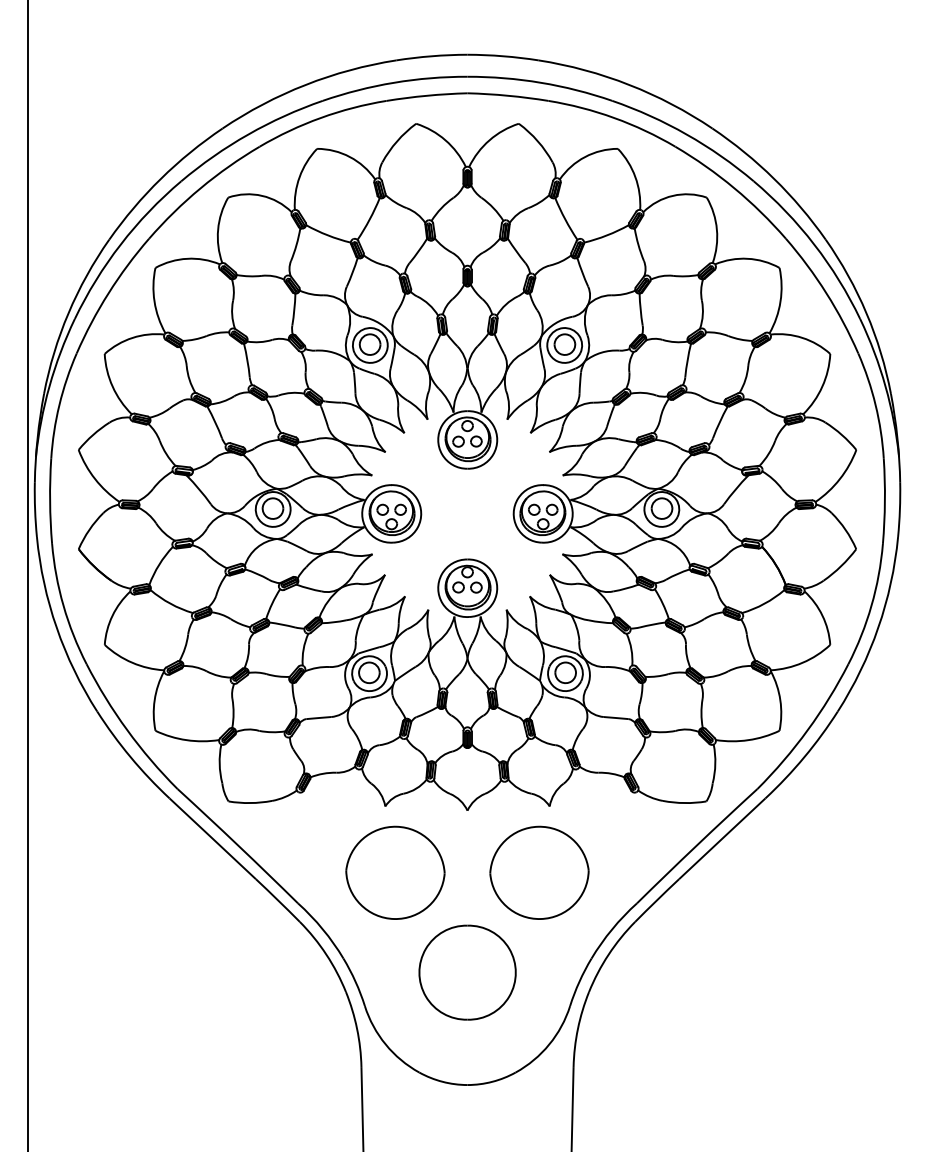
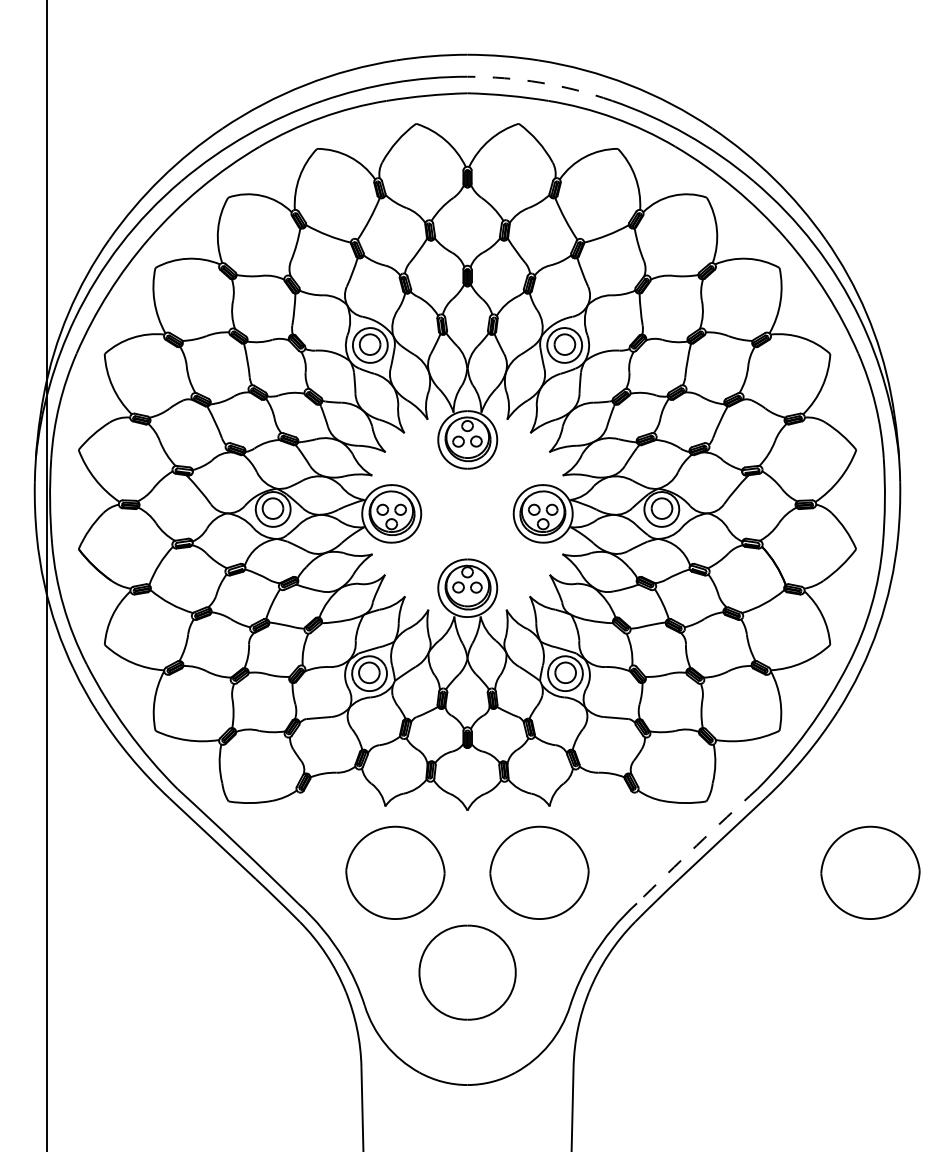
arc at (540, 82): solid -> dashed
line at (27, 575) position: (27, 575) -> (46, 575)
arc at (696, 845): solid -> dashed
part at (870, 872): none -> present
